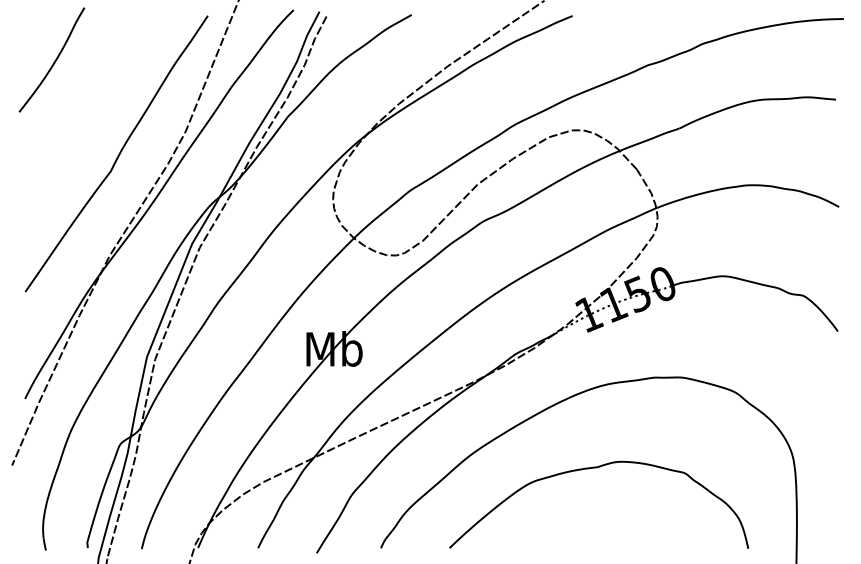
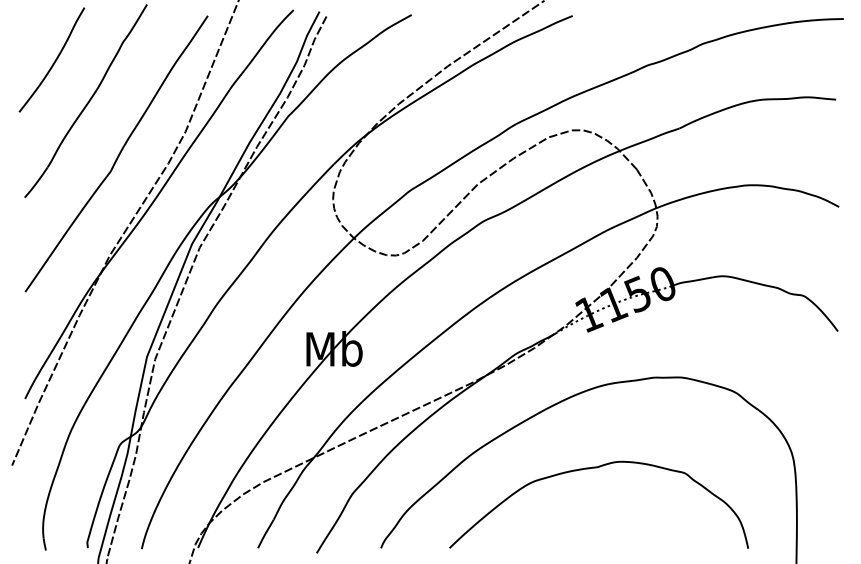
part at (85, 100): none -> present
